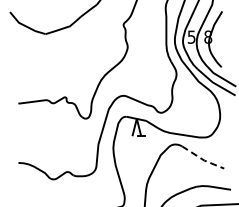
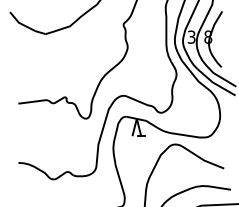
text at (191, 36): 5 -> 3
line at (202, 159): dashed -> solid
